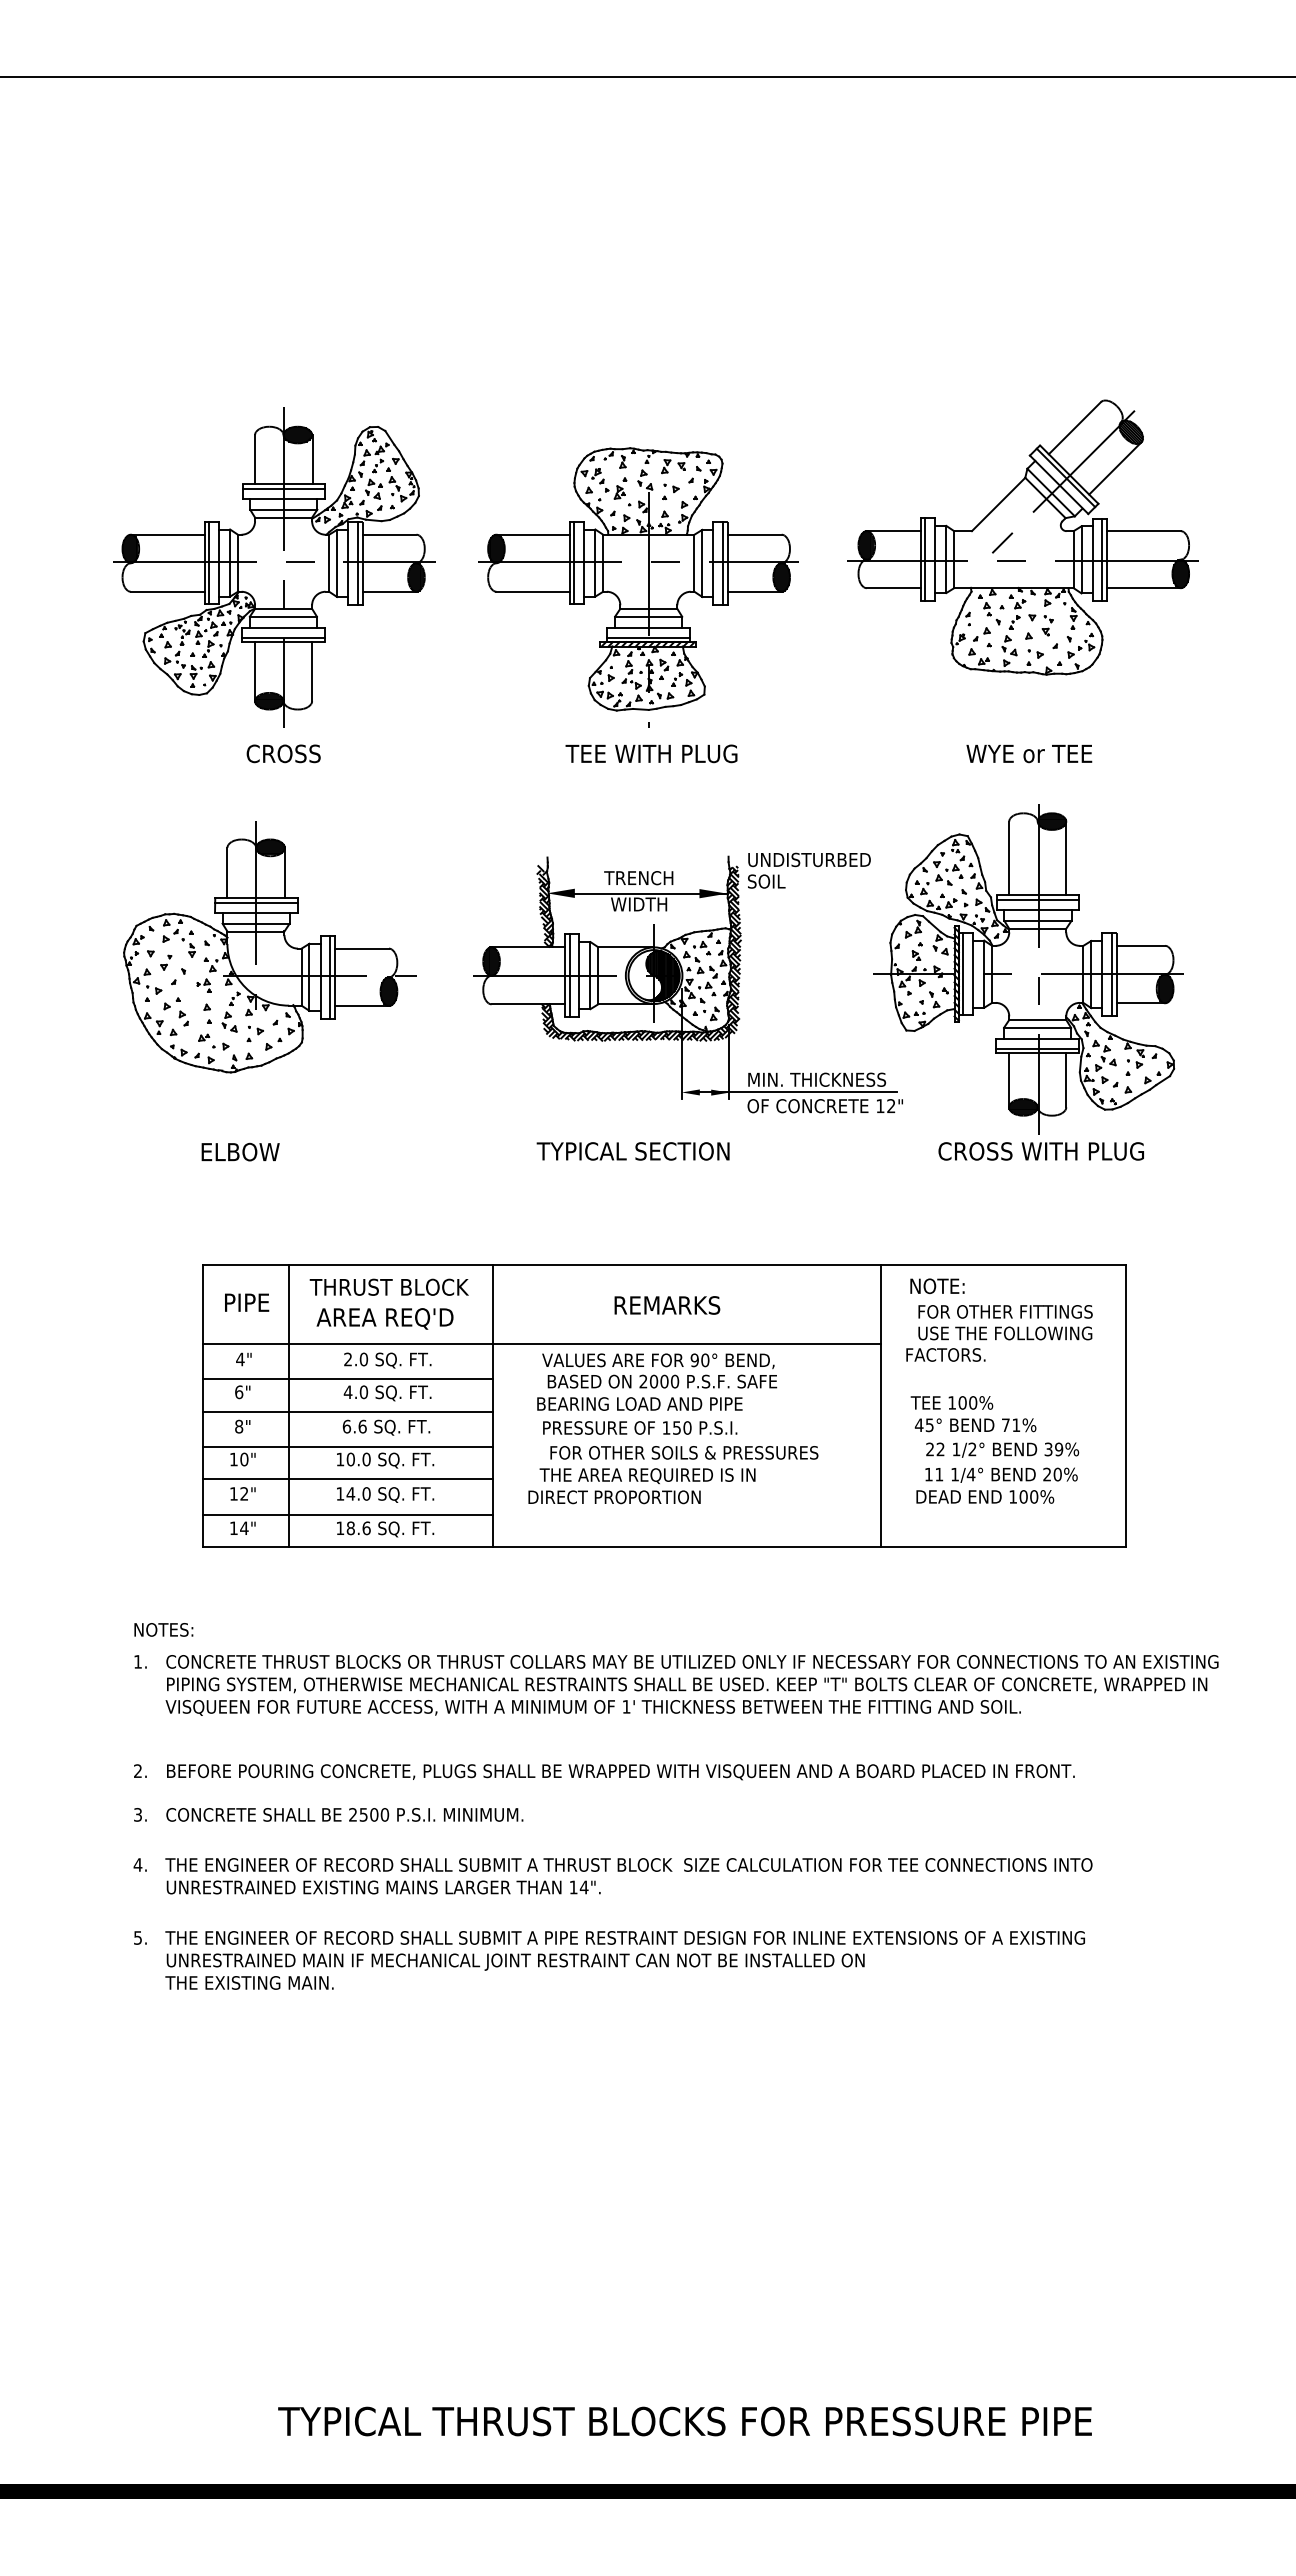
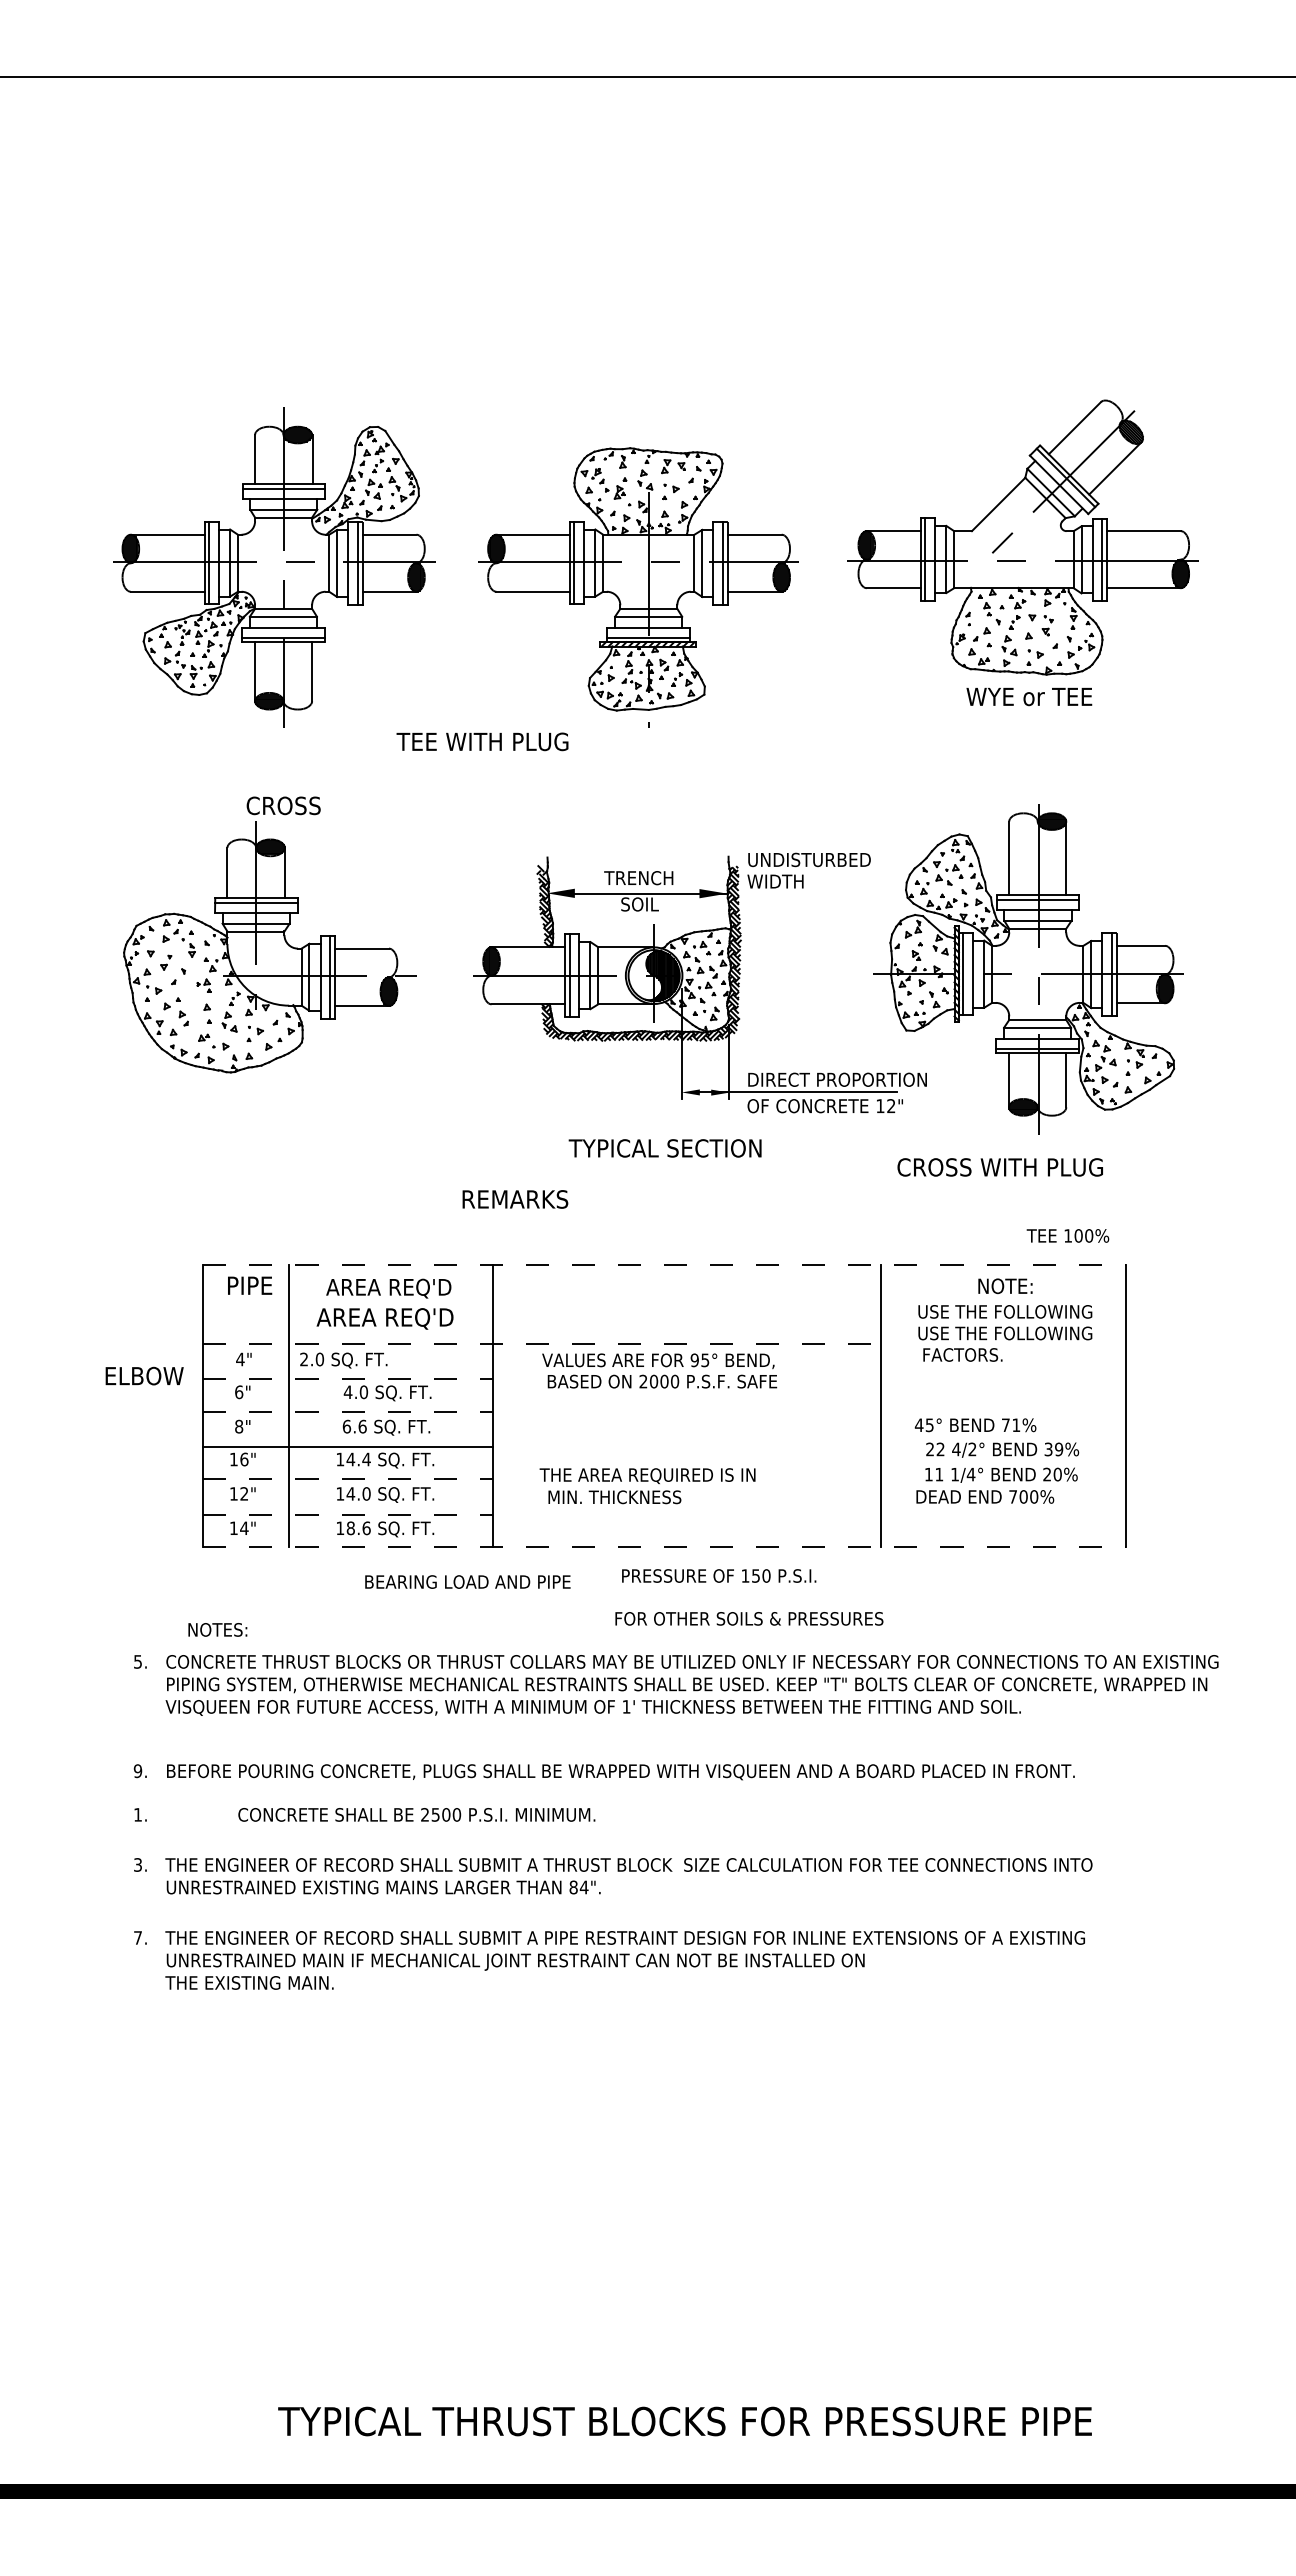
text at (283, 753) position: (283, 753) -> (283, 805)
text at (651, 753) position: (651, 753) -> (482, 741)
text at (1029, 753) position: (1029, 753) -> (1029, 696)
text at (775, 881): SOIL -> WIDTH
text at (639, 904): WIDTH -> SOIL
text at (838, 1079): MIN. THICKNESS -> DIRECT PROPORTION
text at (240, 1151) position: (240, 1151) -> (144, 1375)
text at (632, 1151) position: (632, 1151) -> (664, 1148)
text at (1040, 1151) position: (1040, 1151) -> (999, 1167)
line at (665, 1265): solid -> dashed
text at (937, 1286) position: (937, 1286) -> (1005, 1286)
text at (388, 1288): THRUST BLOCK -> AREA REQ'D
text at (247, 1302) position: (247, 1302) -> (250, 1285)
text at (667, 1305) position: (667, 1305) -> (515, 1199)
text at (1005, 1311): FOR OTHER FITTINGS -> USE THE FOLLOWING
line at (542, 1343): solid -> dashed
text at (945, 1354) position: (945, 1354) -> (962, 1354)
text at (387, 1360) position: (387, 1360) -> (343, 1360)
text at (705, 1360): 90° -> 95°
line at (348, 1379): solid -> dashed
text at (951, 1402) position: (951, 1402) -> (1067, 1235)
text at (639, 1403) position: (639, 1403) -> (467, 1581)
line at (348, 1412): solid -> dashed
text at (640, 1427) position: (640, 1427) -> (719, 1575)
text at (956, 1449): 1/2° -> 4/2°
text at (684, 1452) position: (684, 1452) -> (749, 1618)
text at (244, 1458): 10" -> 16"
text at (358, 1459): 10.0 -> 14.4
line at (348, 1479): solid -> dashed
text at (1012, 1496): 100% -> 700%
text at (614, 1497): DIRECT PROPORTION -> MIN. THICKNESS
line at (348, 1514): solid -> dashed
line at (665, 1546): solid -> dashed
text at (163, 1629) position: (163, 1629) -> (217, 1629)
text at (137, 1661): 1. -> 5.
text at (137, 1771): 2. -> 9.
text at (137, 1814): 3. -> 1.
text at (344, 1814) position: (344, 1814) -> (416, 1814)
text at (137, 1864): 4. -> 3.
text at (573, 1887): 14". -> 84".
text at (137, 1937): 5. -> 7.
